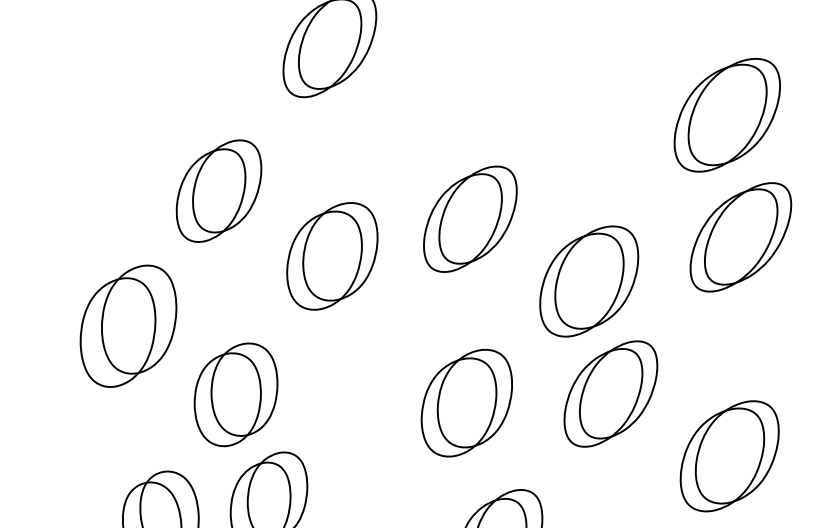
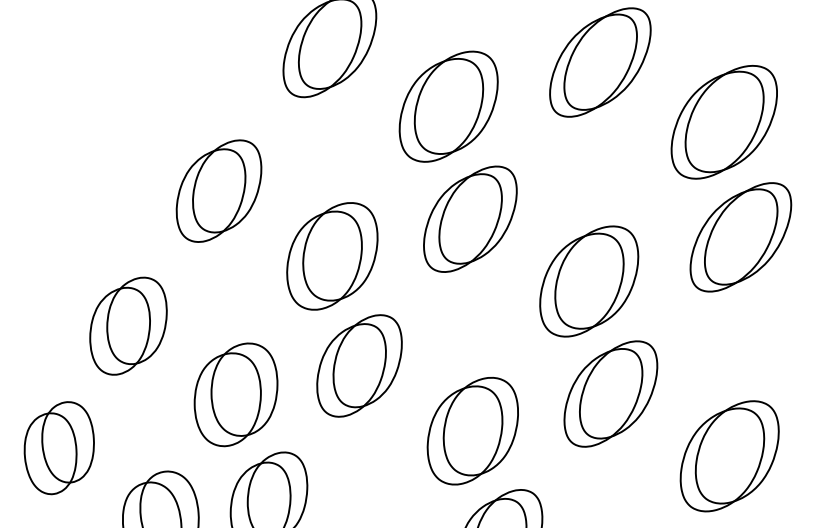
part at (600, 62): none -> present
part at (448, 106): none -> present
part at (726, 115) position: (726, 115) -> (723, 122)
part at (128, 325) size: 99x124 px -> 79x100 px
part at (359, 365): none -> present
part at (466, 403) position: (466, 403) -> (472, 431)
part at (58, 448): none -> present
